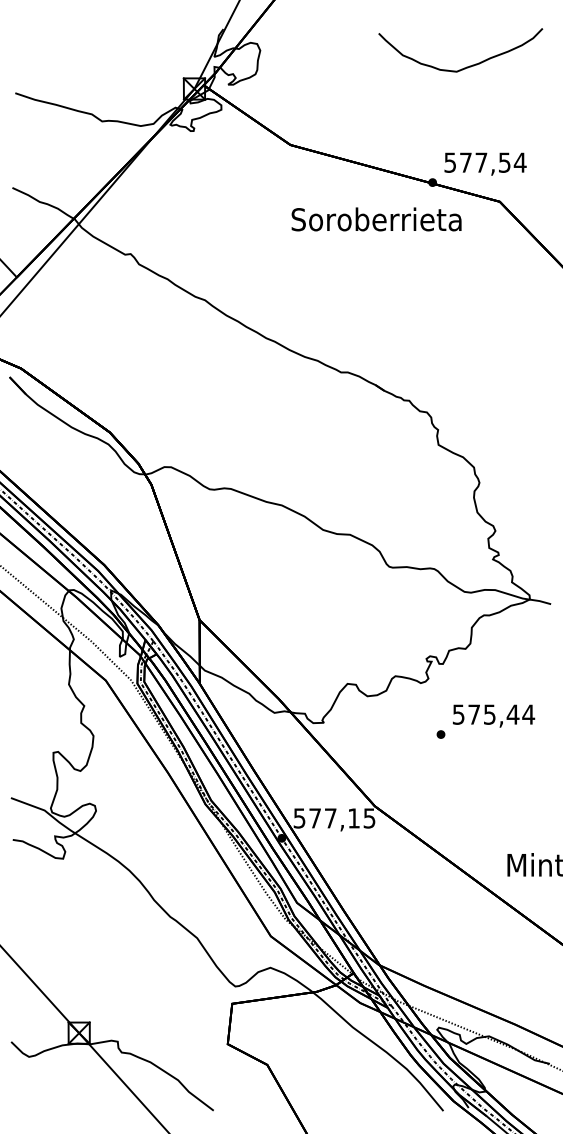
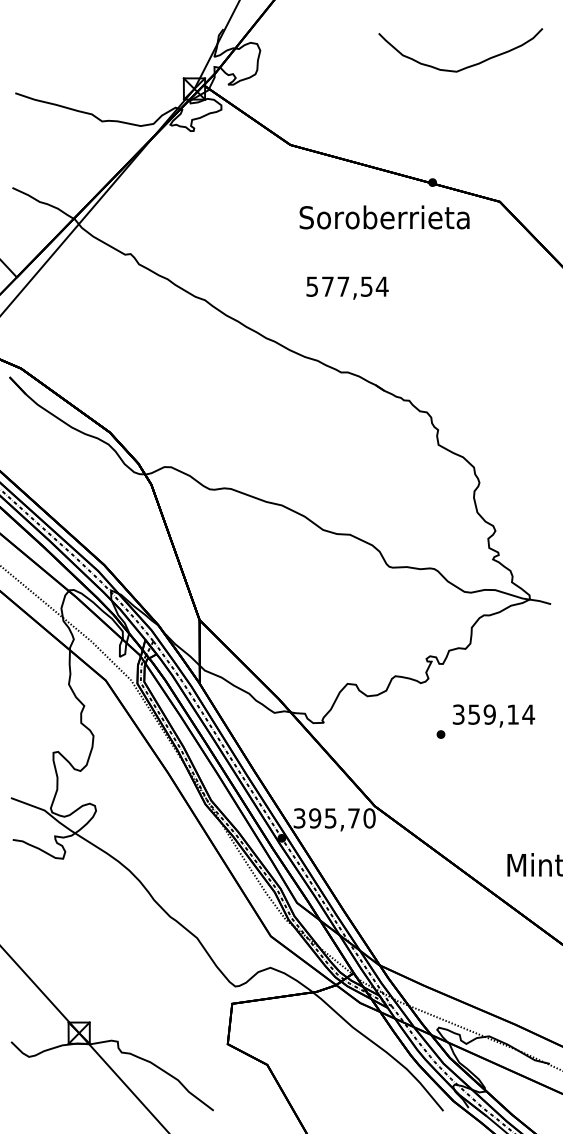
text at (485, 163) position: (485, 163) -> (347, 287)
text at (376, 219) position: (376, 219) -> (384, 217)
text at (486, 714): 575,44 -> 359,14
text at (334, 818): 577,15 -> 395,70
